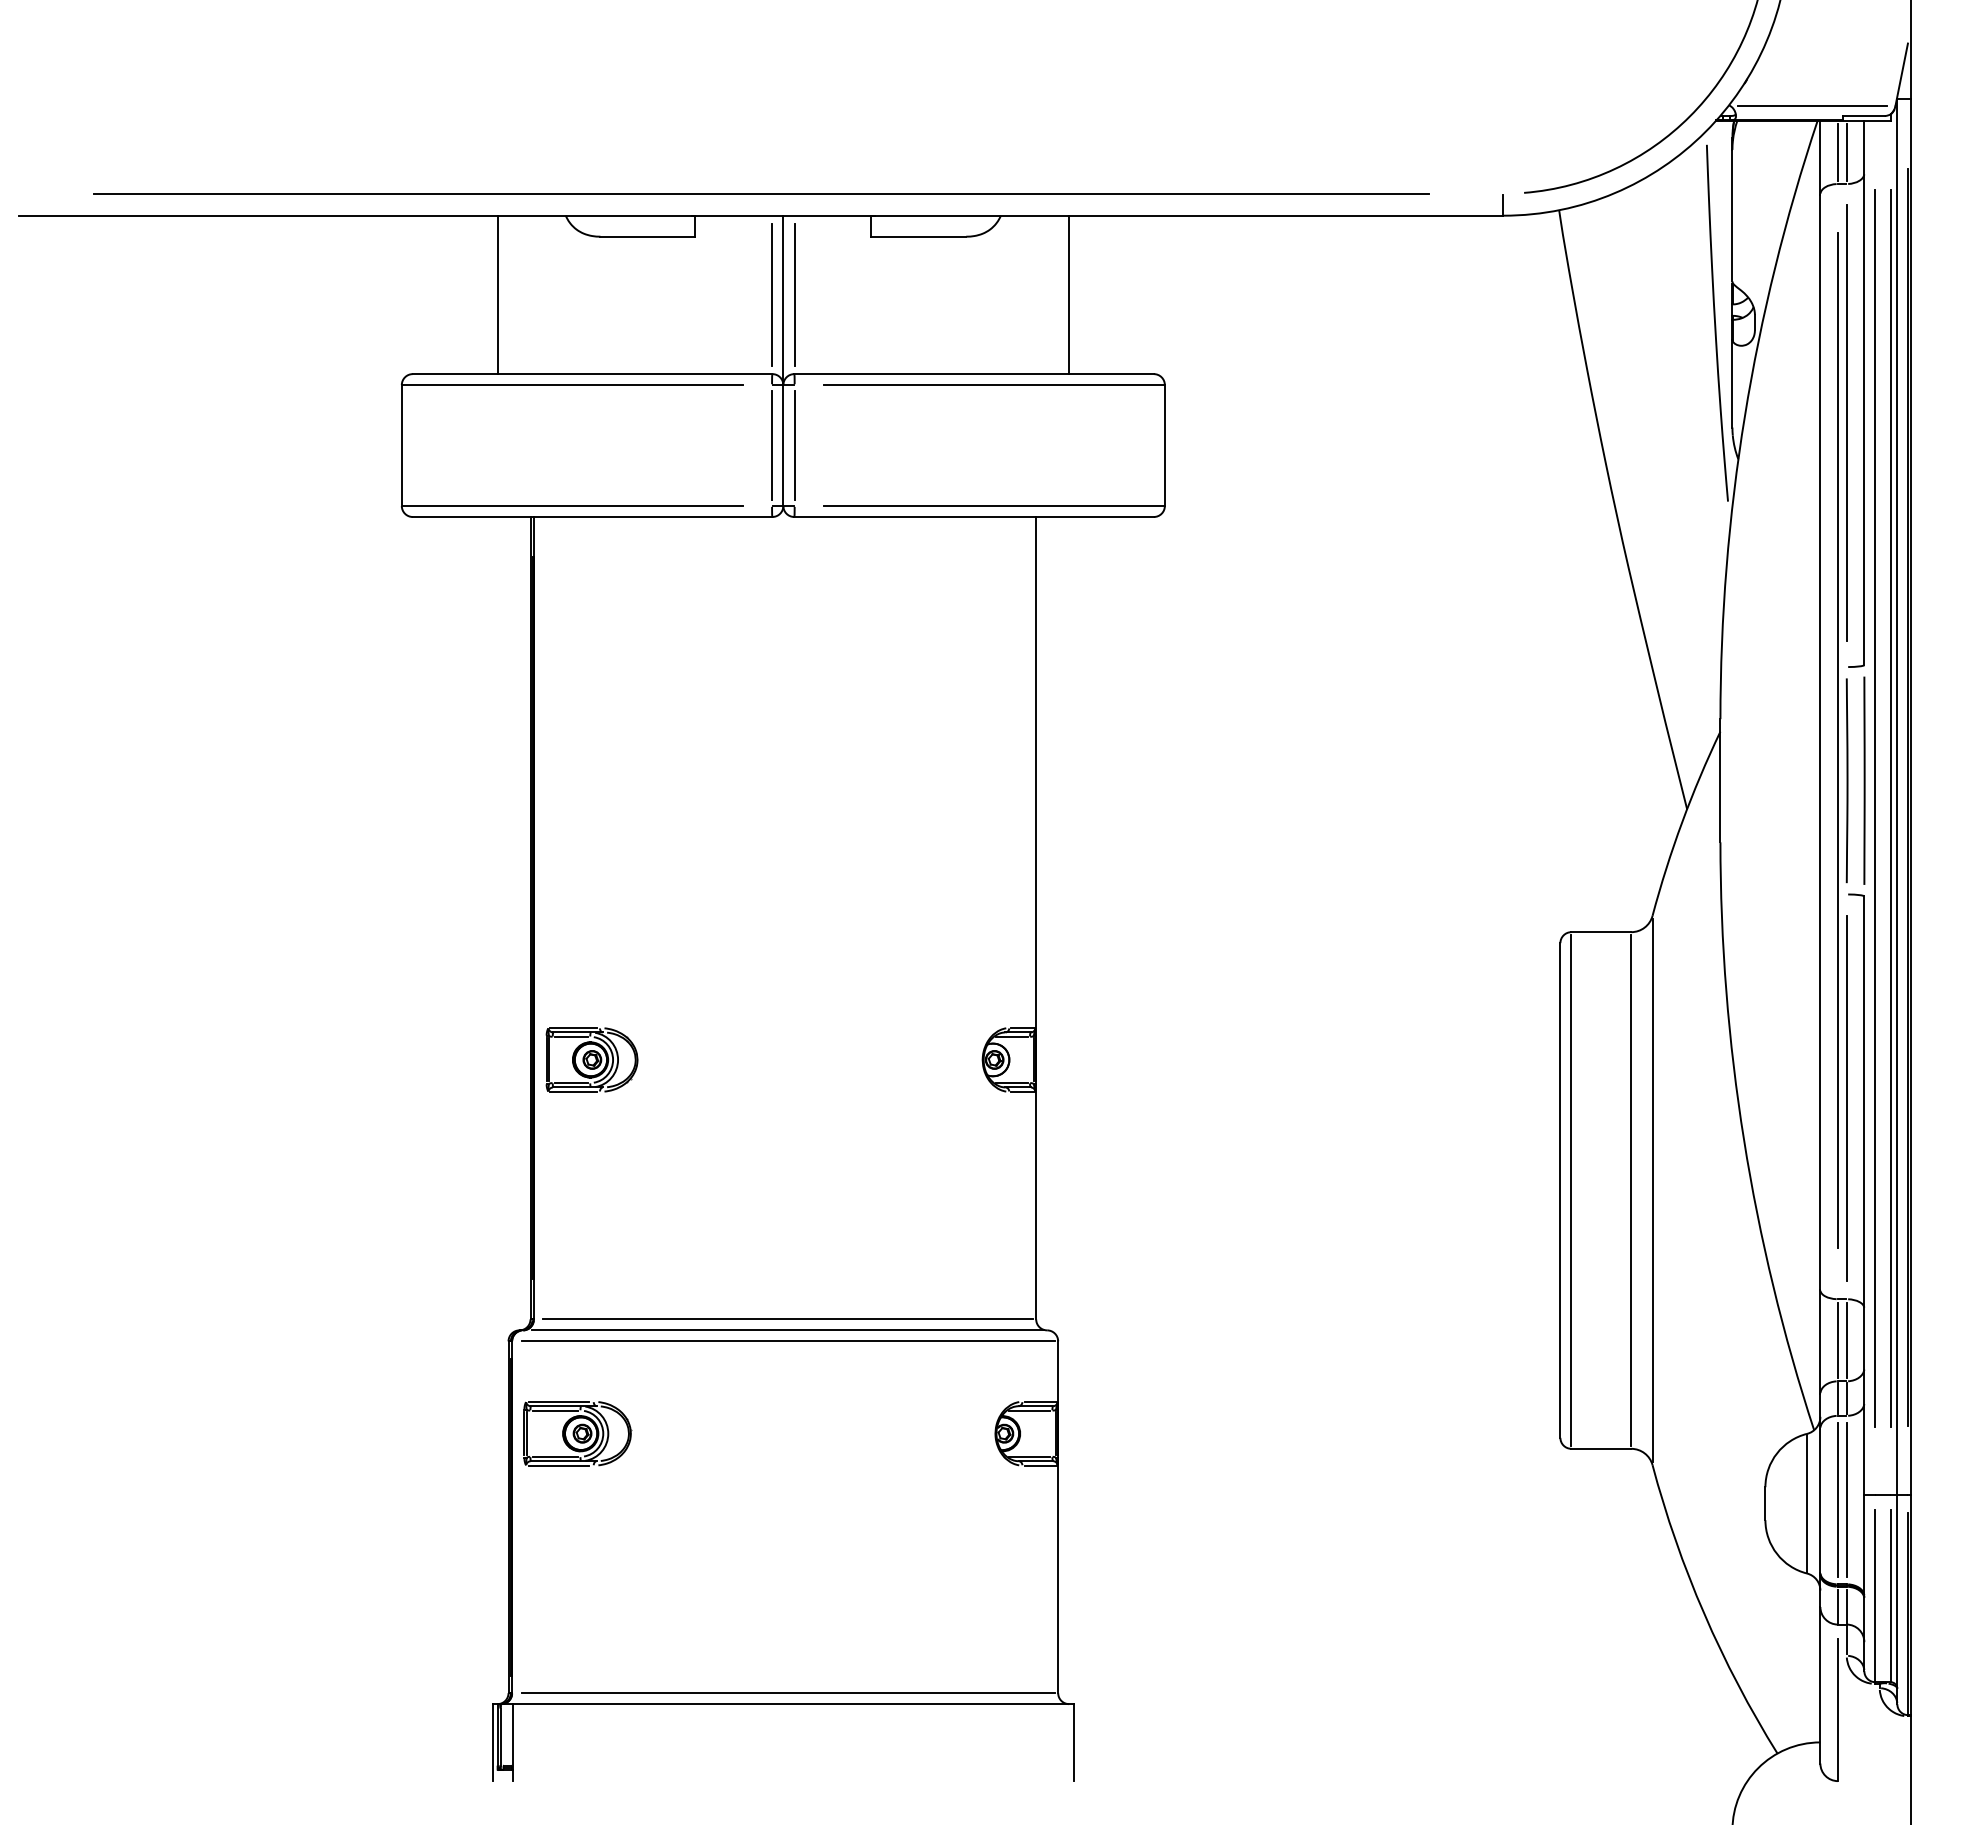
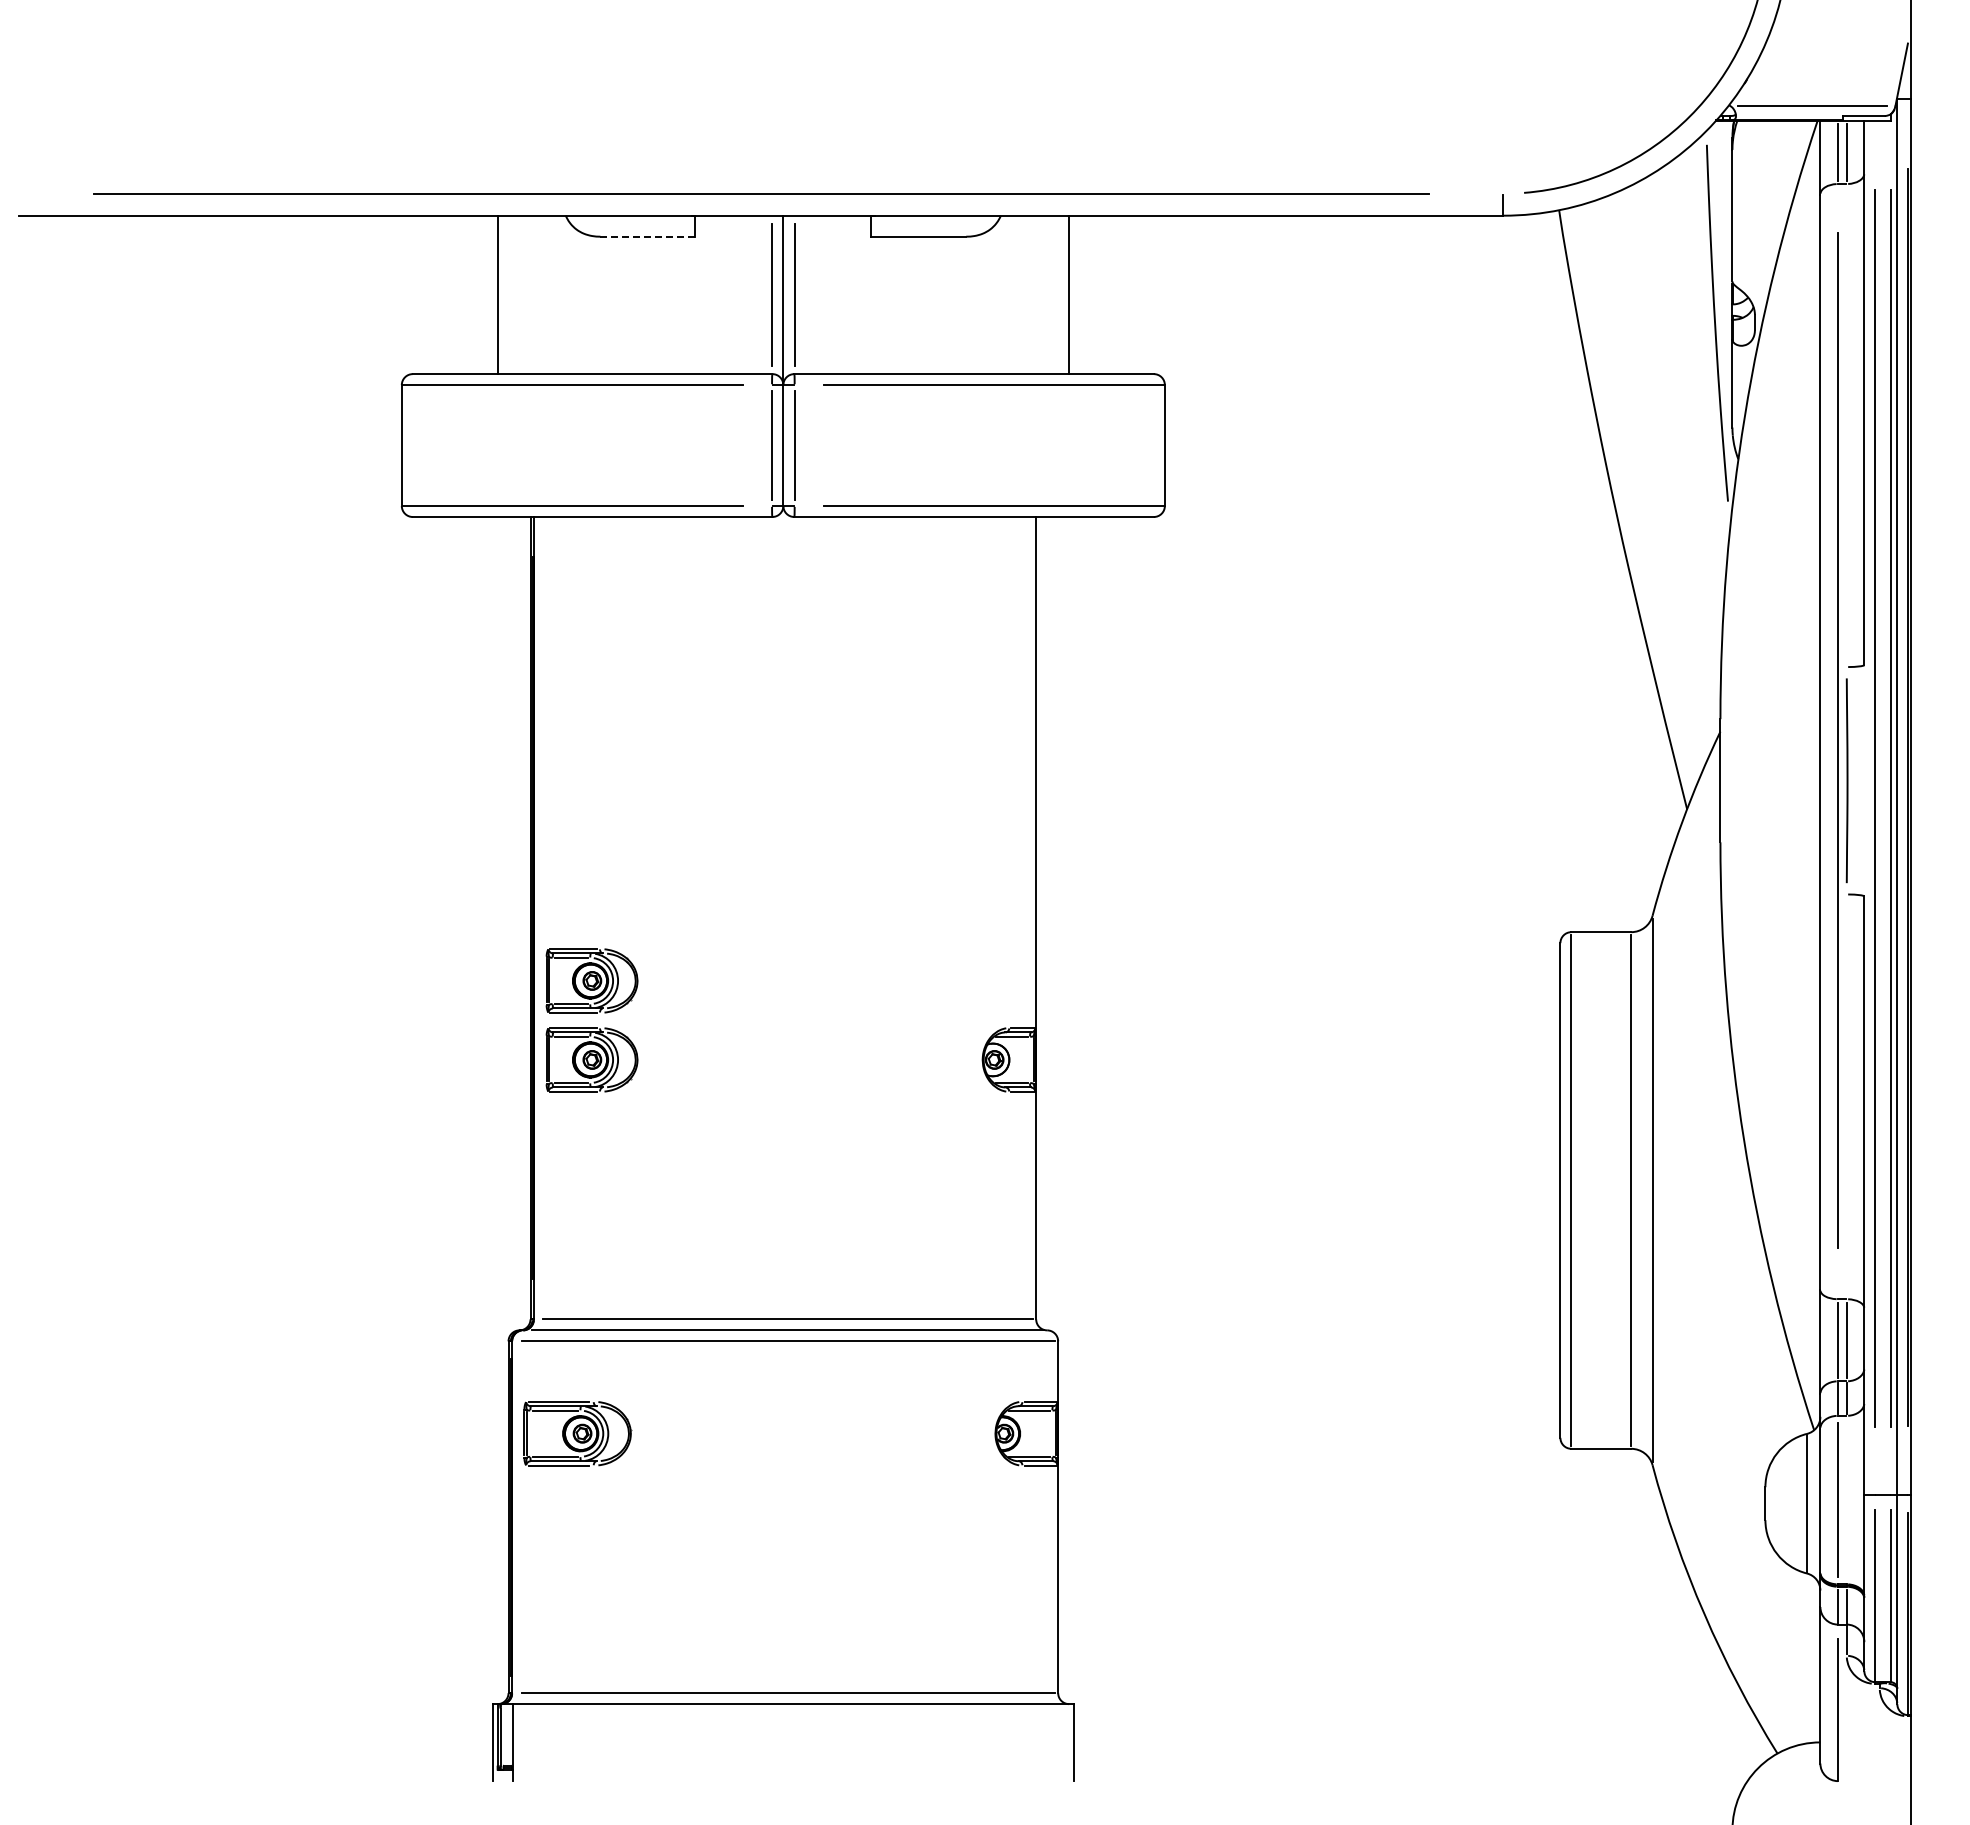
line at (647, 236): solid -> dashed
line at (1846, 423): present -> none
line at (1864, 780): present -> none
part at (591, 980): none -> present
line at (1846, 1098): present -> none
line at (1846, 1499): present -> none
